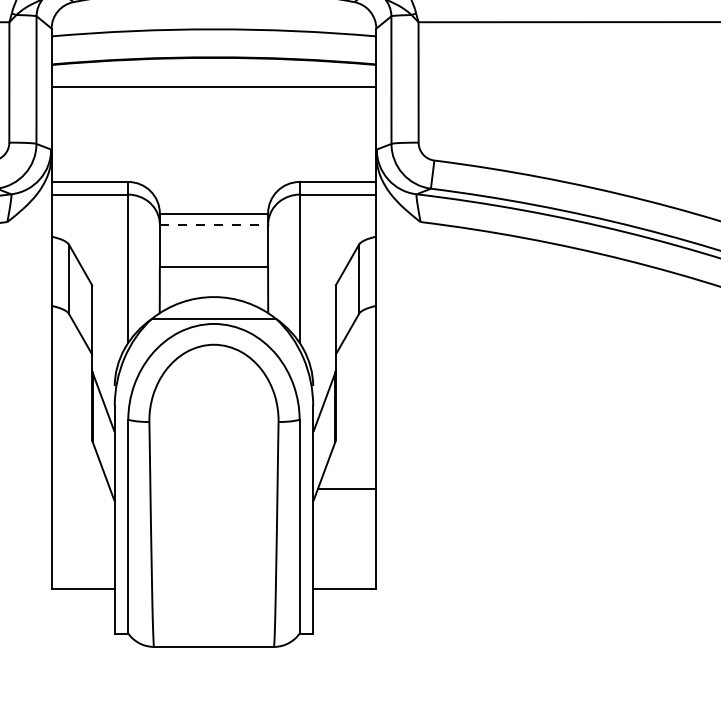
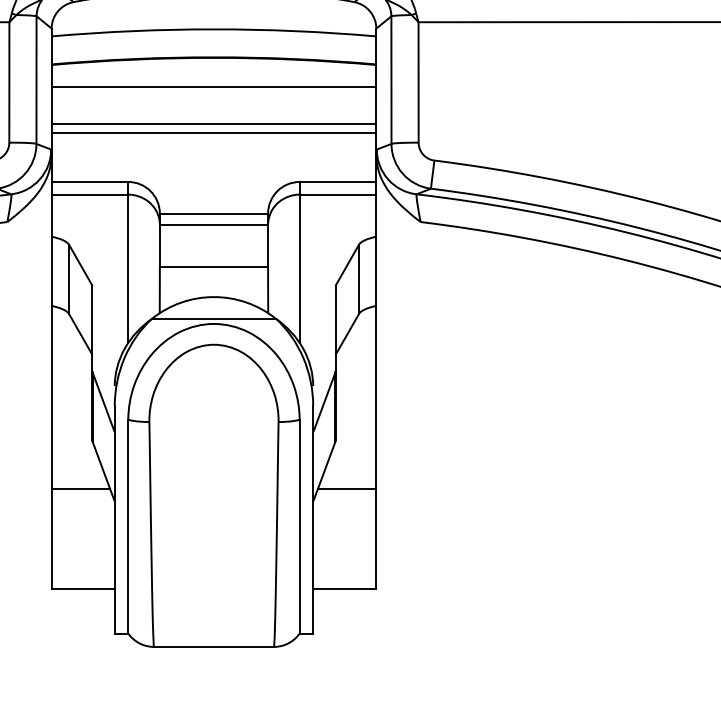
line at (213, 124): none -> present
line at (213, 132): none -> present
line at (214, 224): dashed -> solid
line at (80, 489): none -> present
